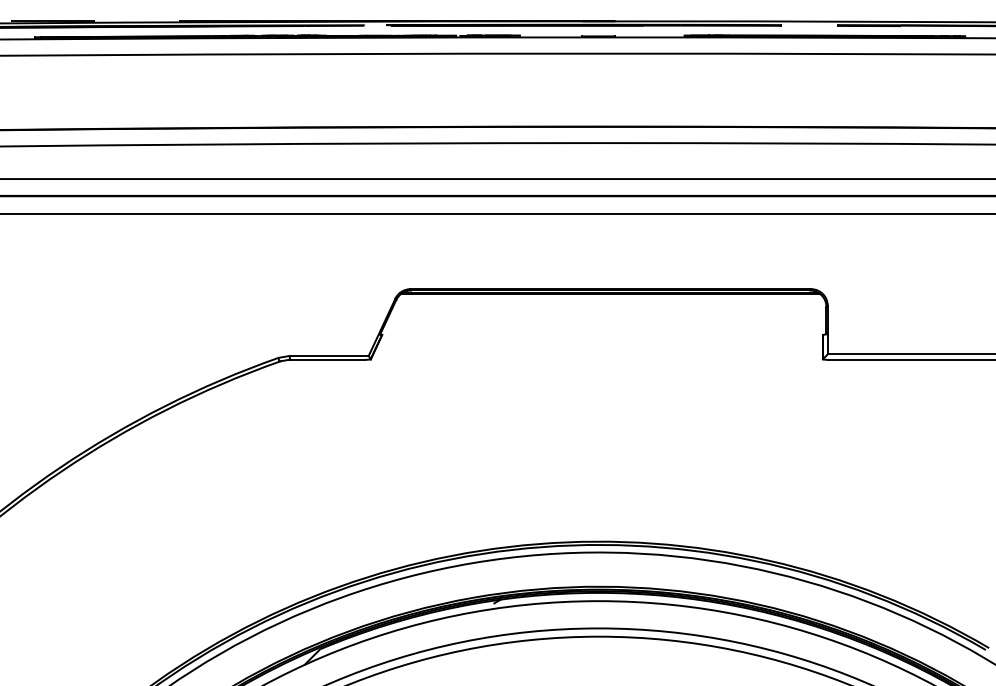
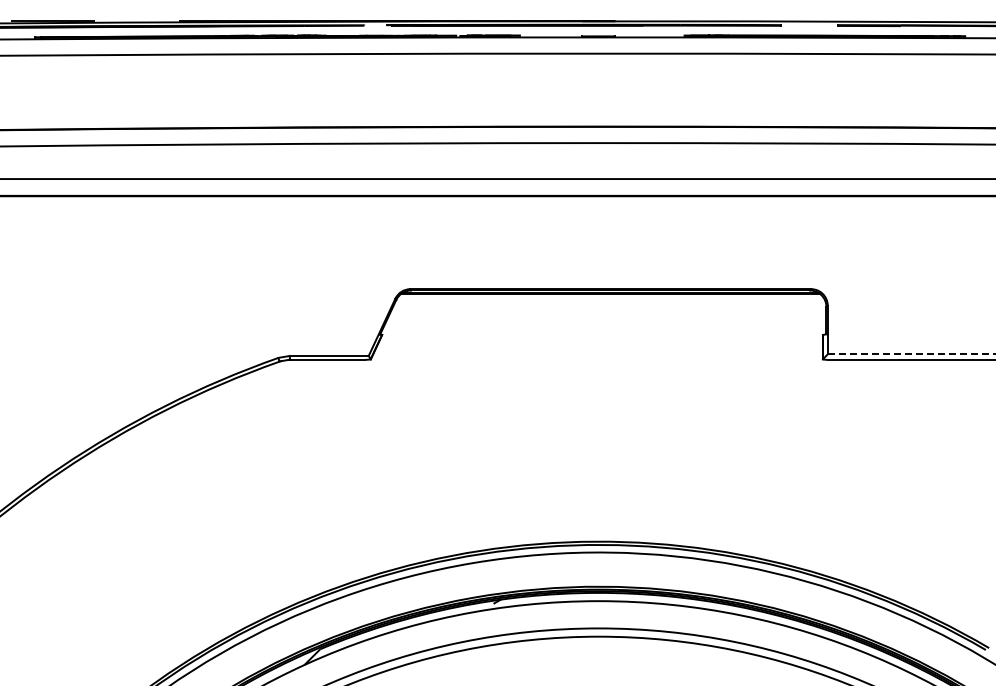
line at (497, 214): present -> none
line at (911, 354): solid -> dashed
